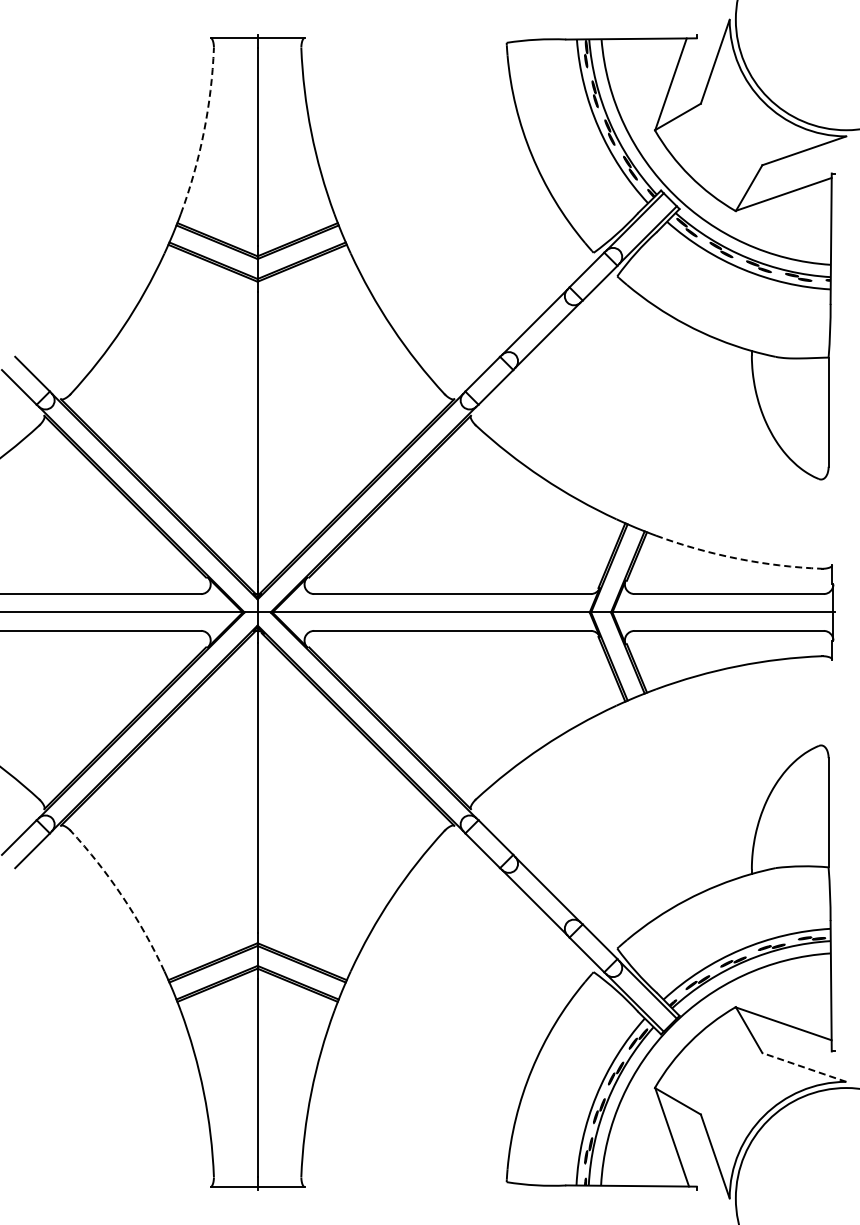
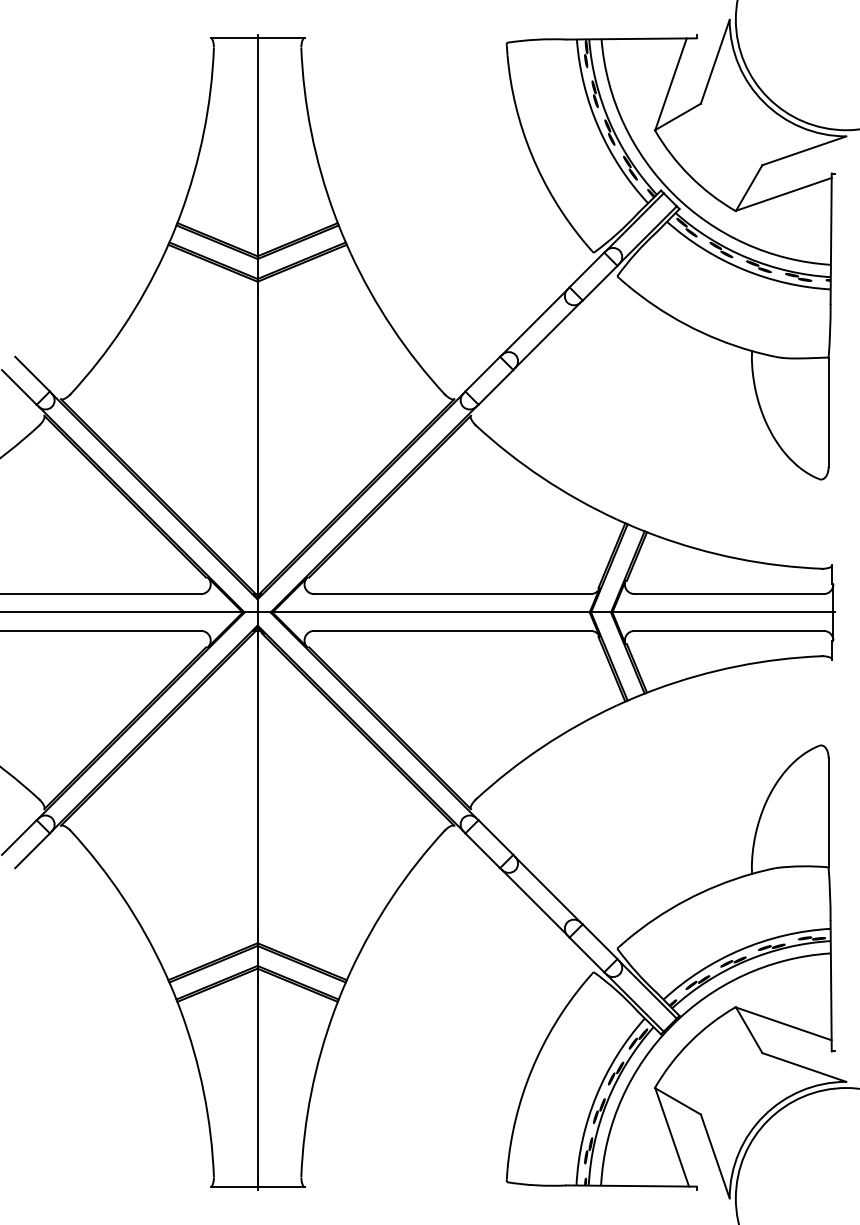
arc at (203, 132): dashed -> solid
arc at (737, 558): dashed -> solid
arc at (122, 897): dashed -> solid
line at (803, 1067): dashed -> solid
